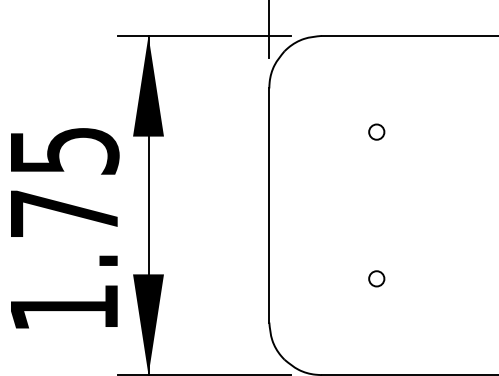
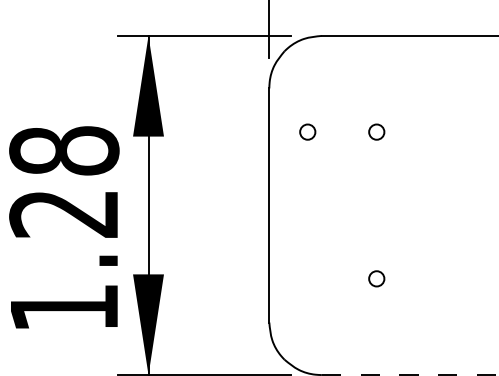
circle at (307, 131): none -> present
text at (64, 181): 1.75 -> 1.28
line at (410, 375): solid -> dashed
